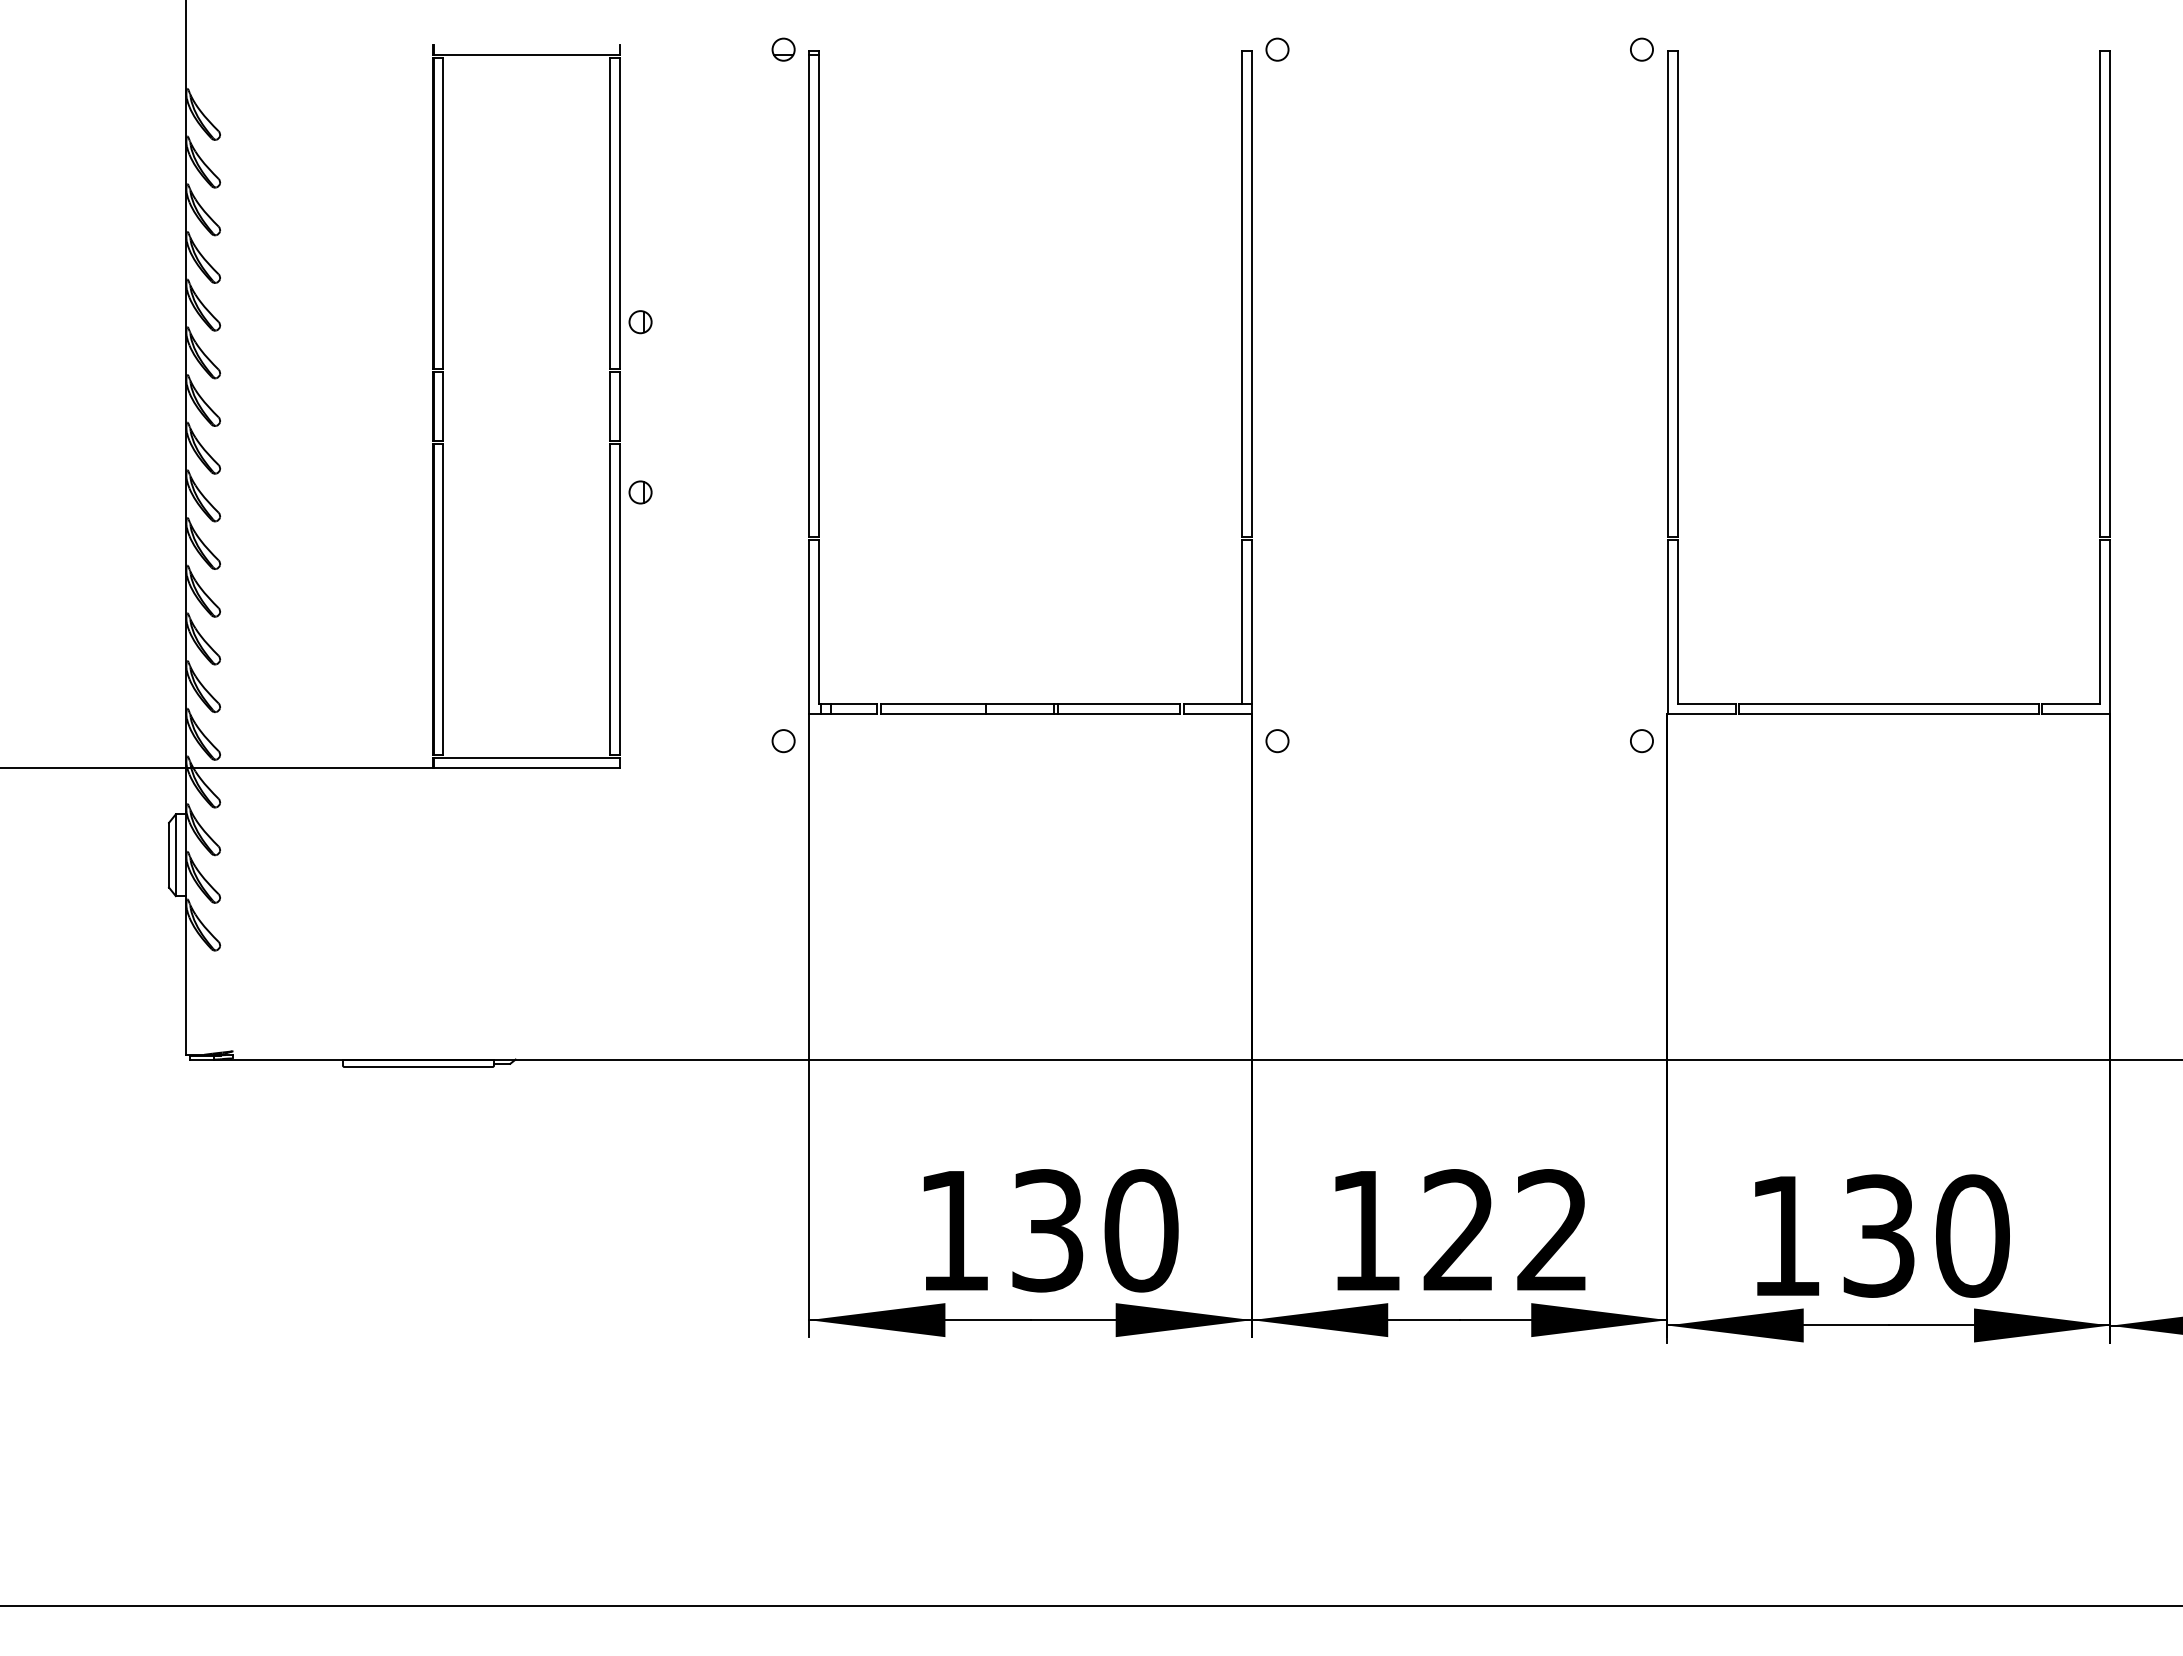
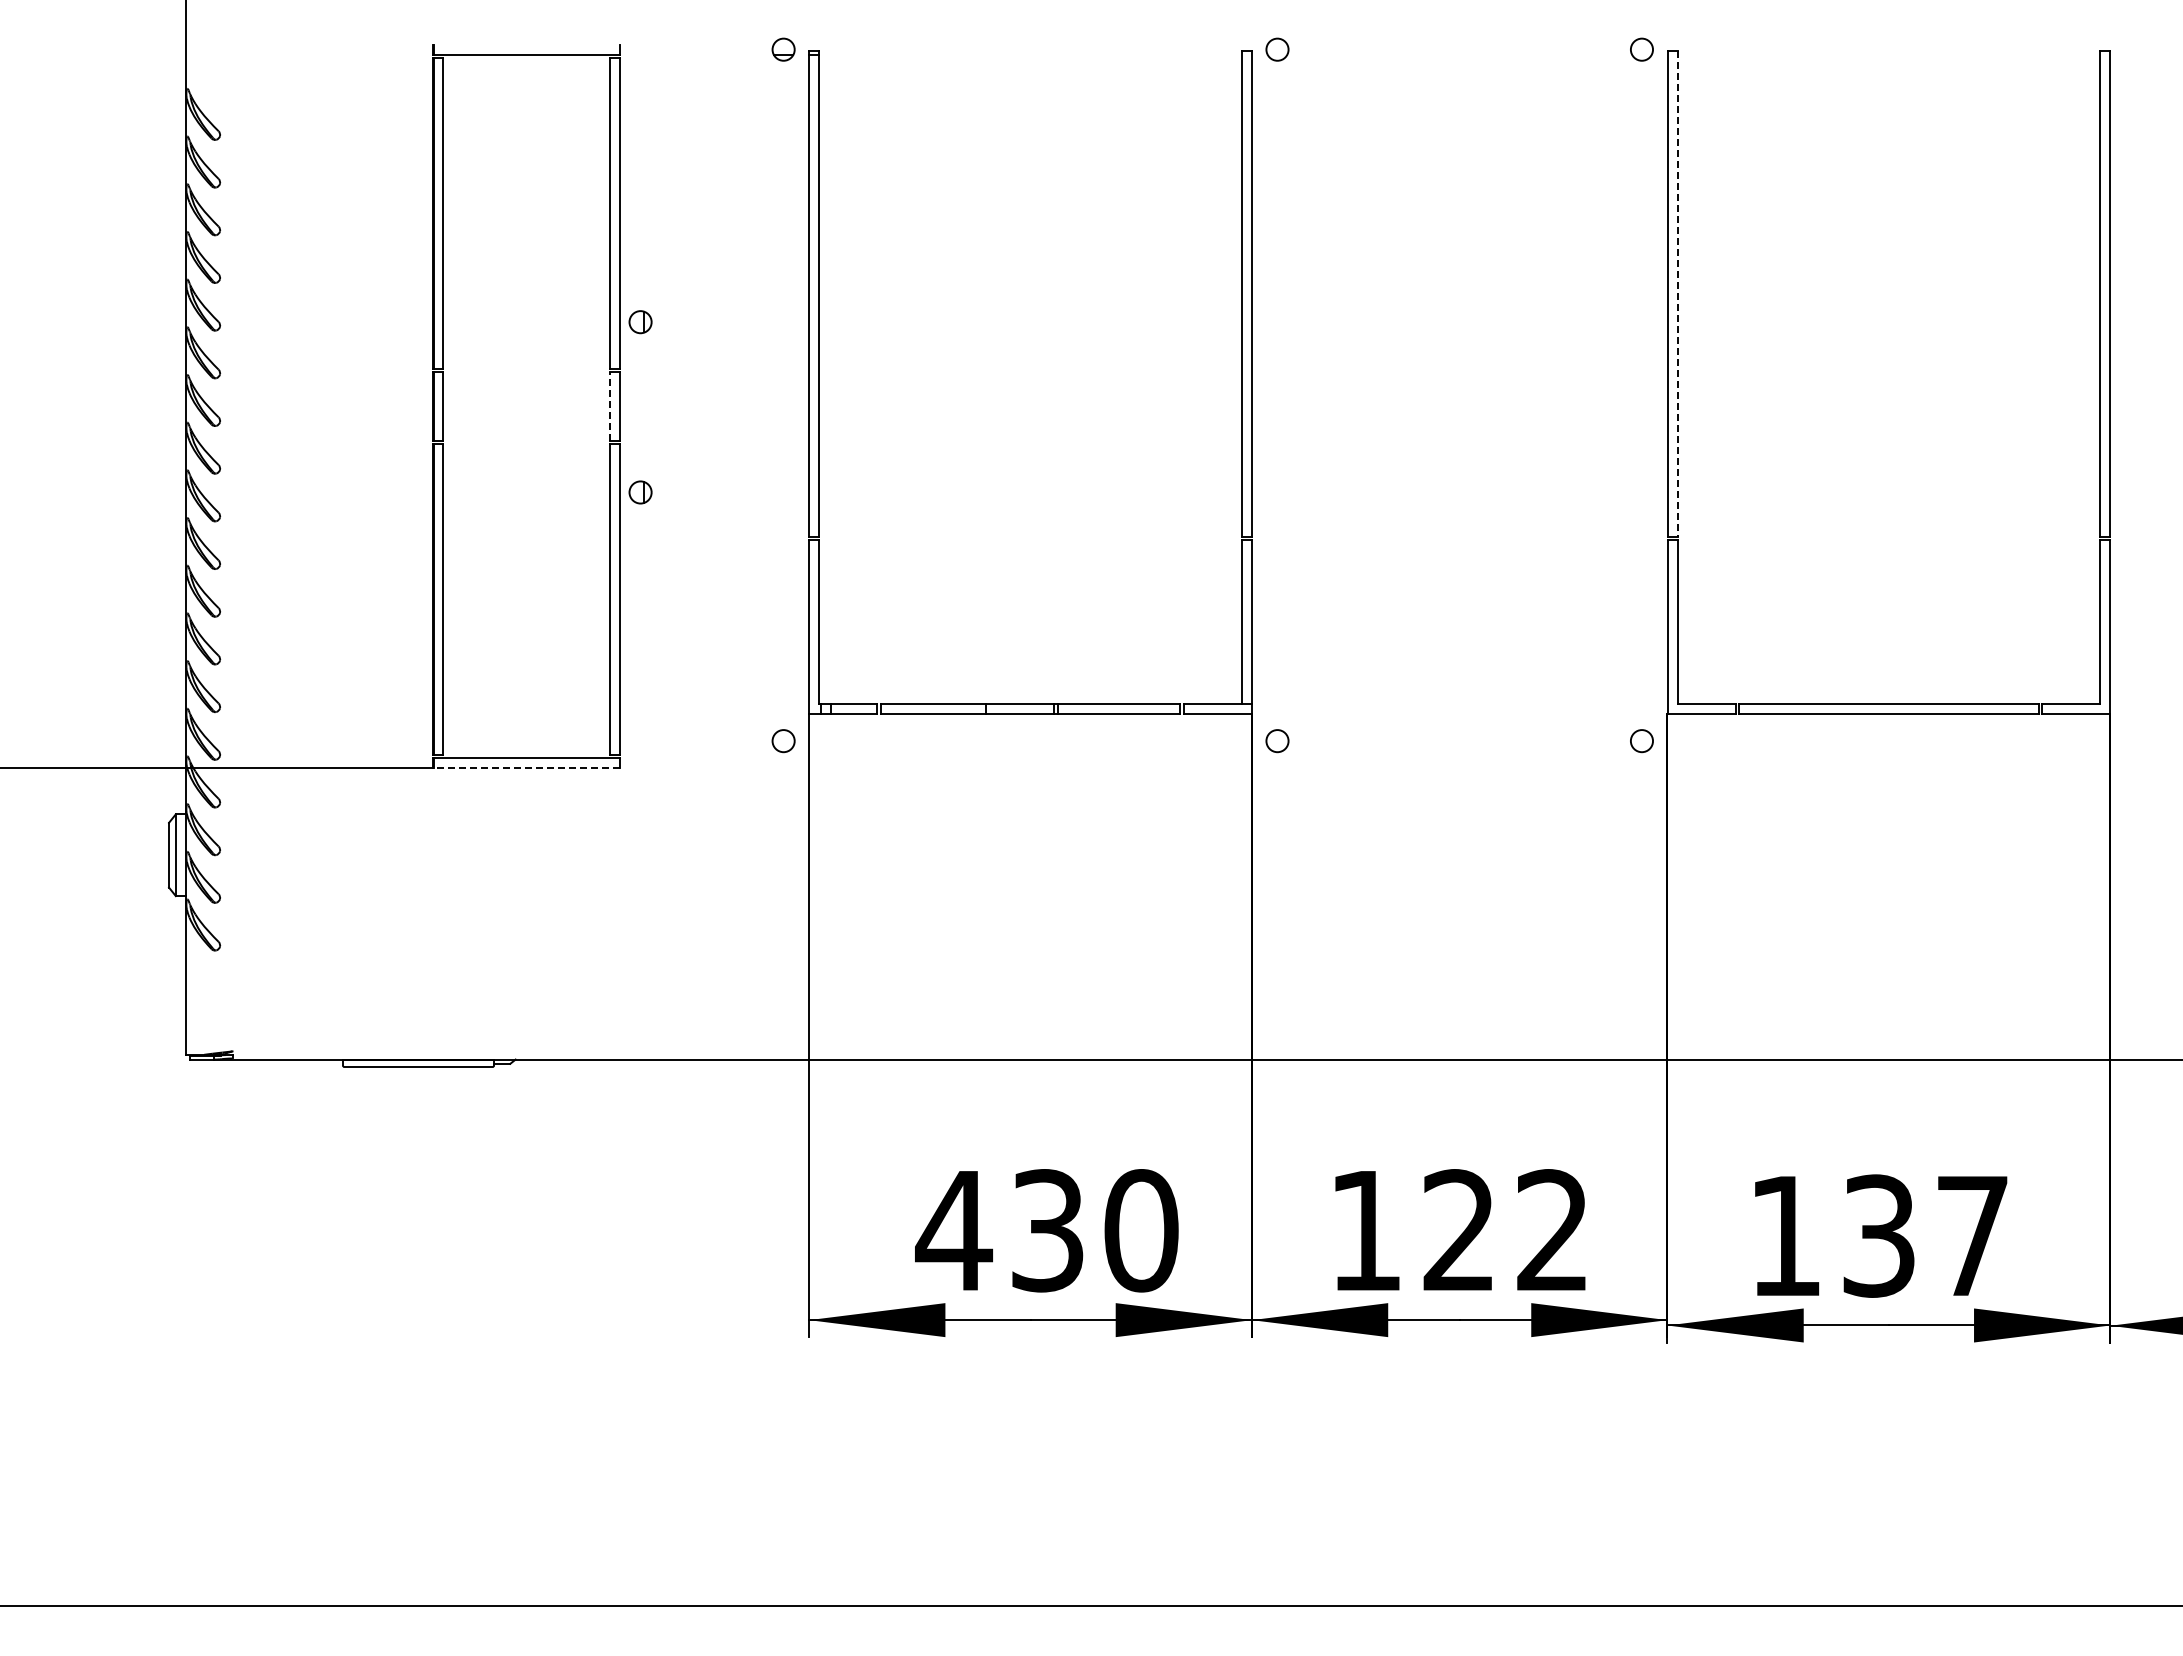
line at (1677, 294): solid -> dashed
line at (609, 406): solid -> dashed
line at (526, 768): solid -> dashed
text at (954, 1230): 130 -> 430
text at (1972, 1235): 130 -> 137
